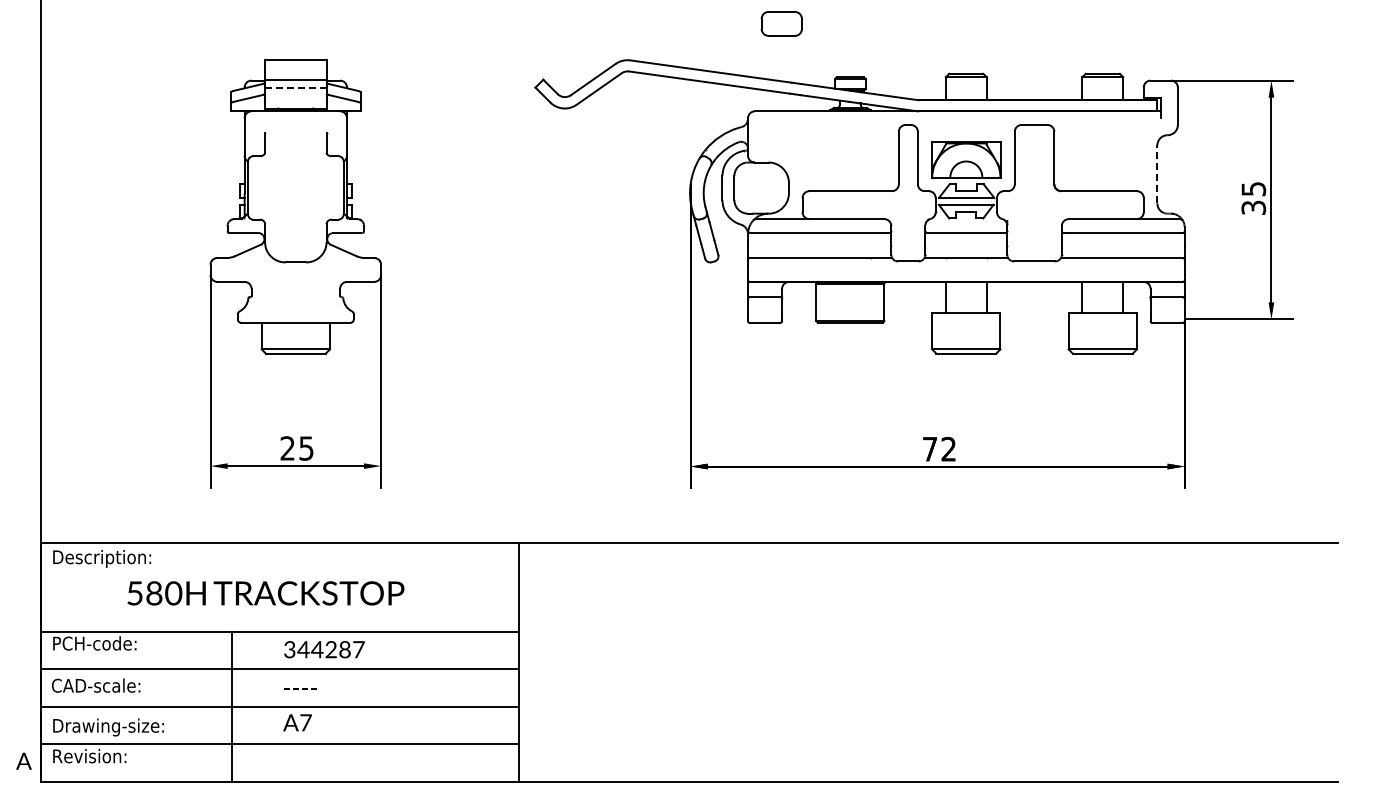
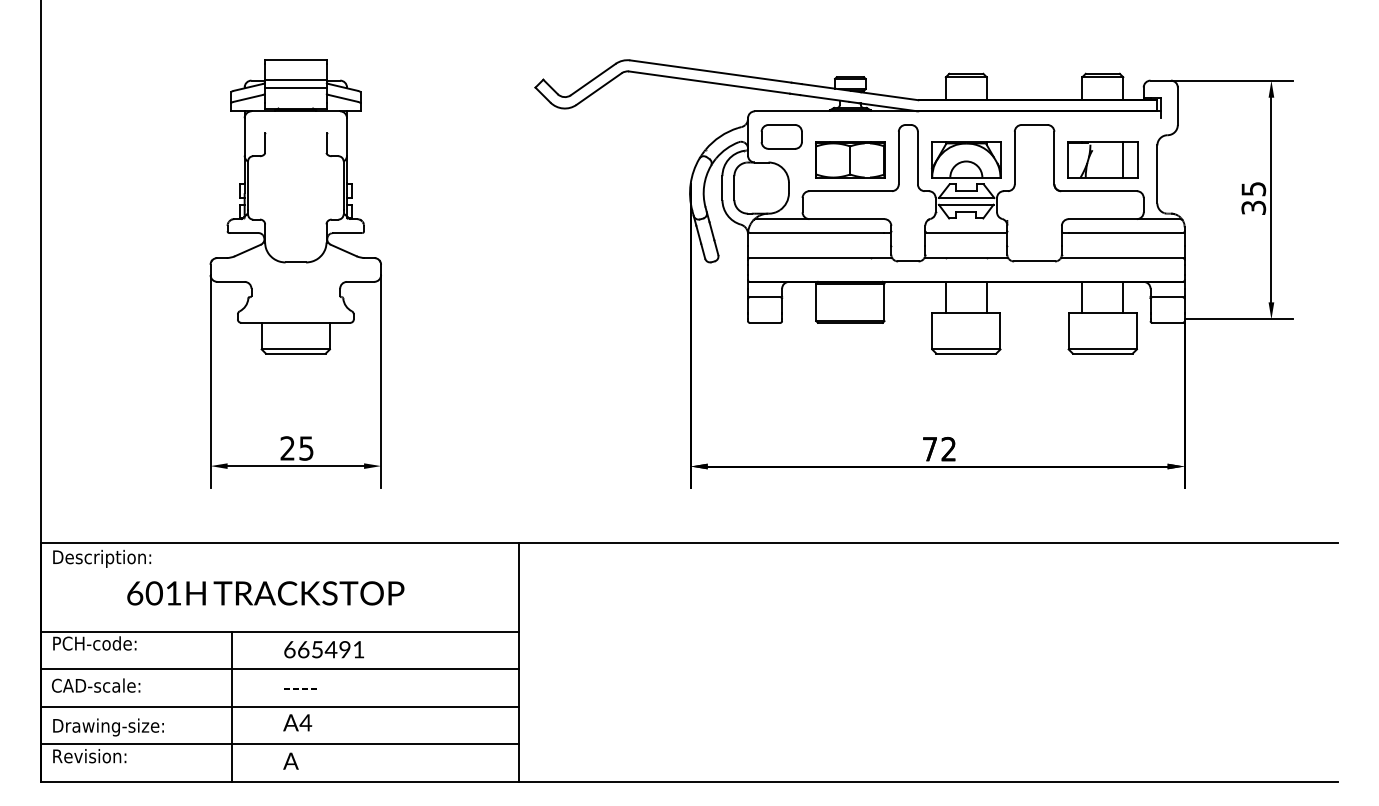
part at (781, 23) position: (781, 23) -> (781, 136)
line at (295, 87): dashed -> solid
part at (850, 159): none -> present
part at (1102, 159): none -> present
line at (1157, 174): dashed -> solid
text at (154, 593): 580H -> 601H
text at (324, 649): 344287 -> 665491
text at (305, 722): A7 -> A4
text at (23, 760) position: (23, 760) -> (290, 760)
